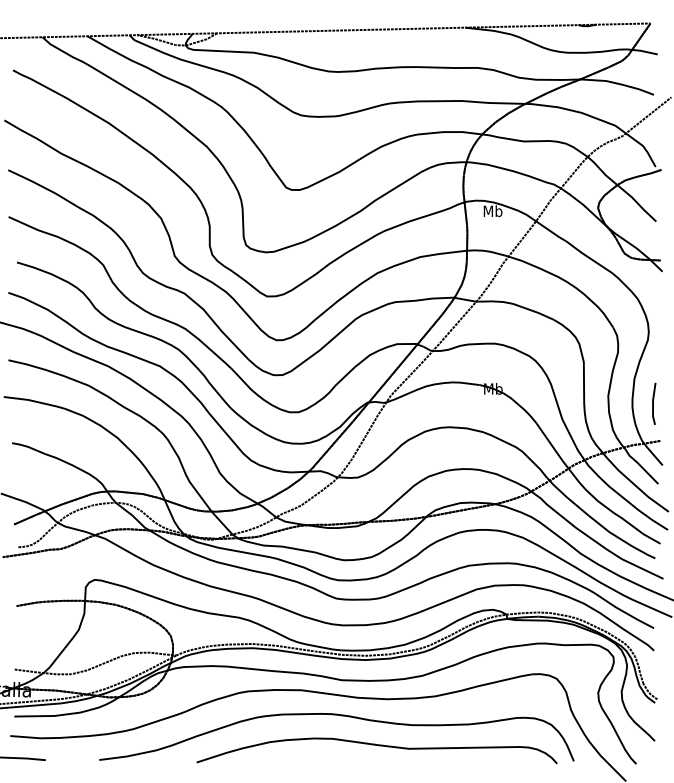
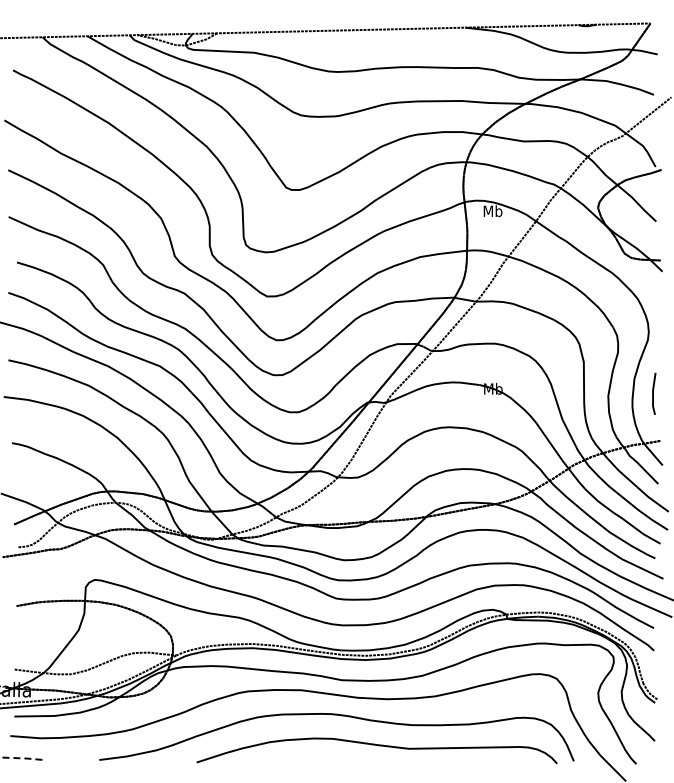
line at (653, 403) position: (653, 403) -> (653, 393)
line at (24, 758): solid -> dashed
